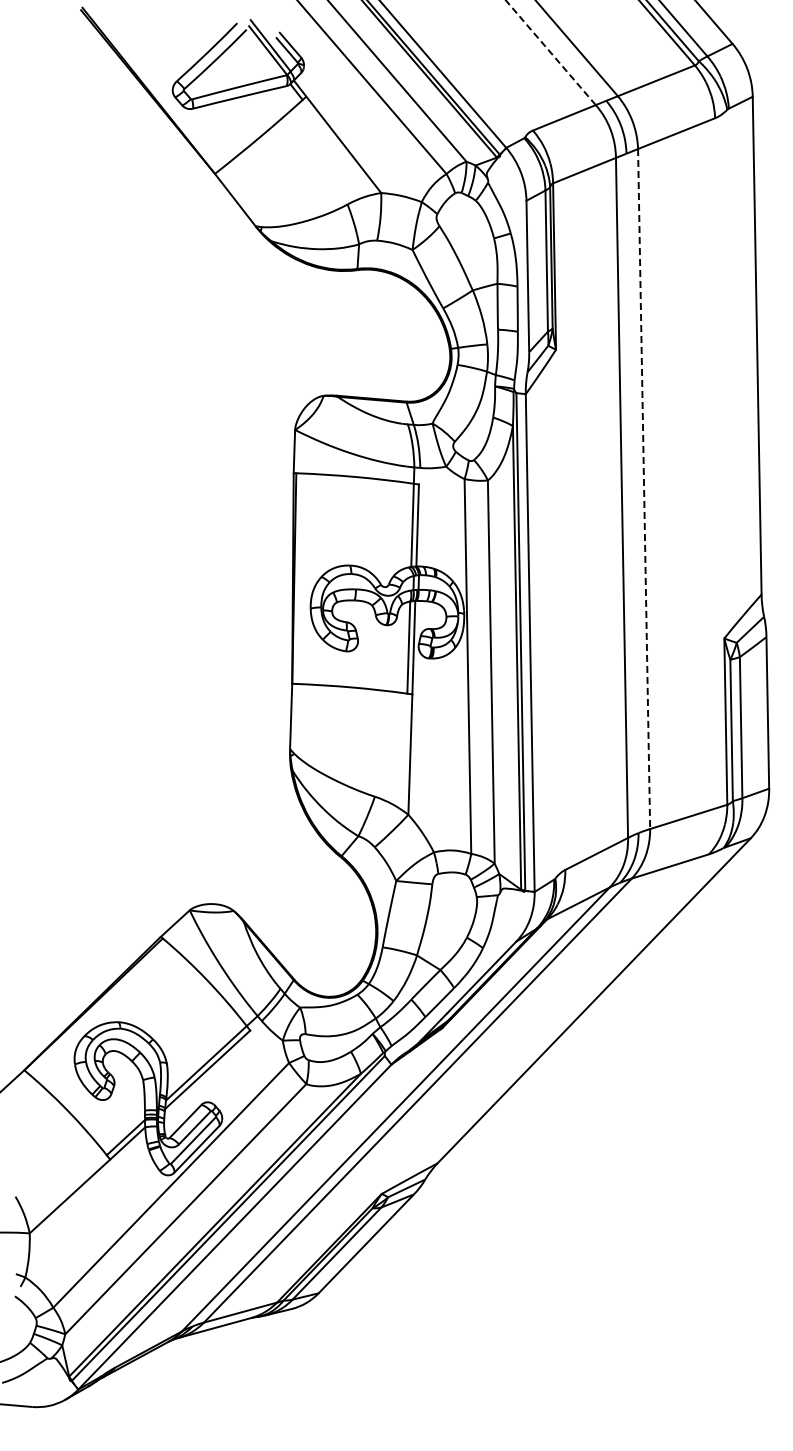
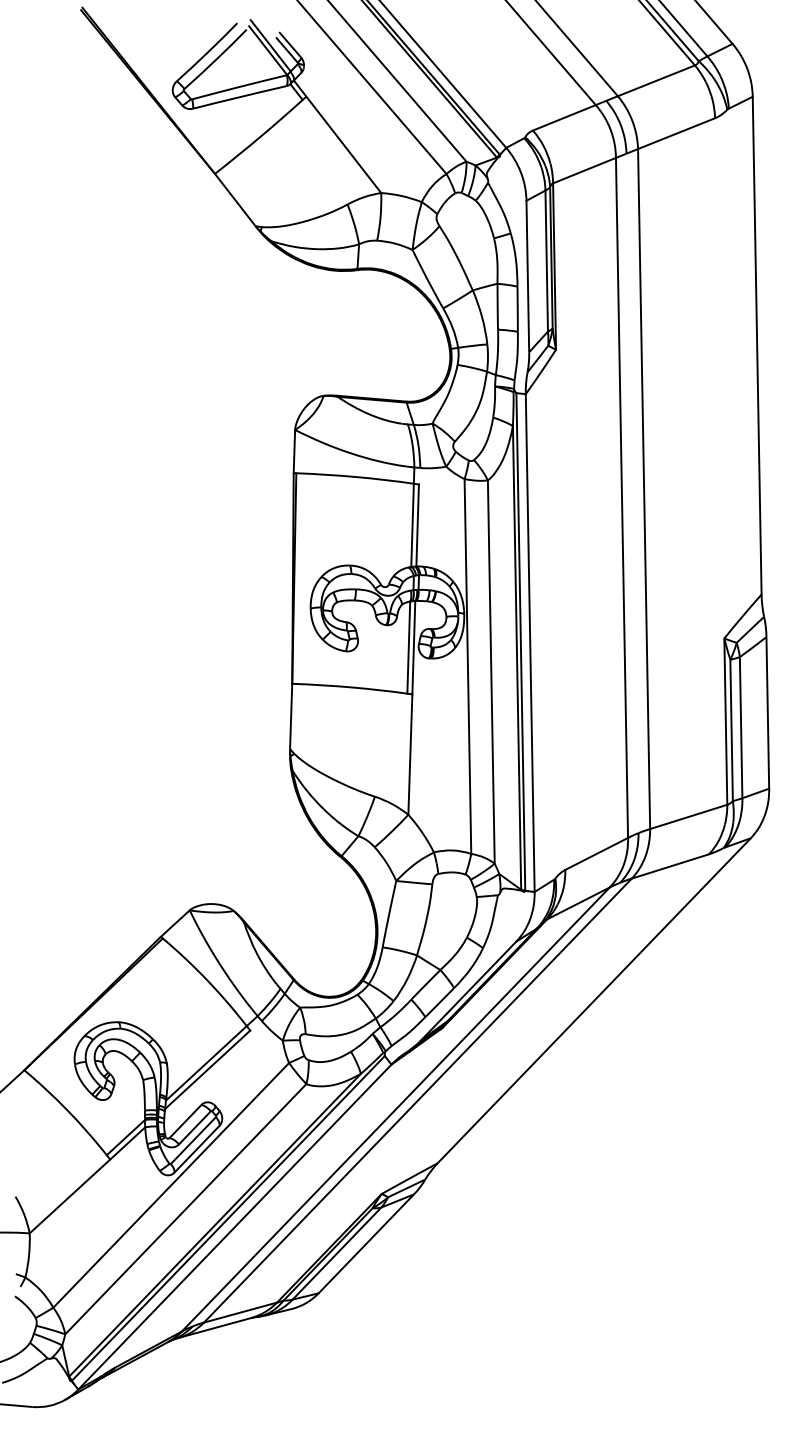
line at (550, 52): dashed -> solid
line at (644, 489): dashed -> solid
